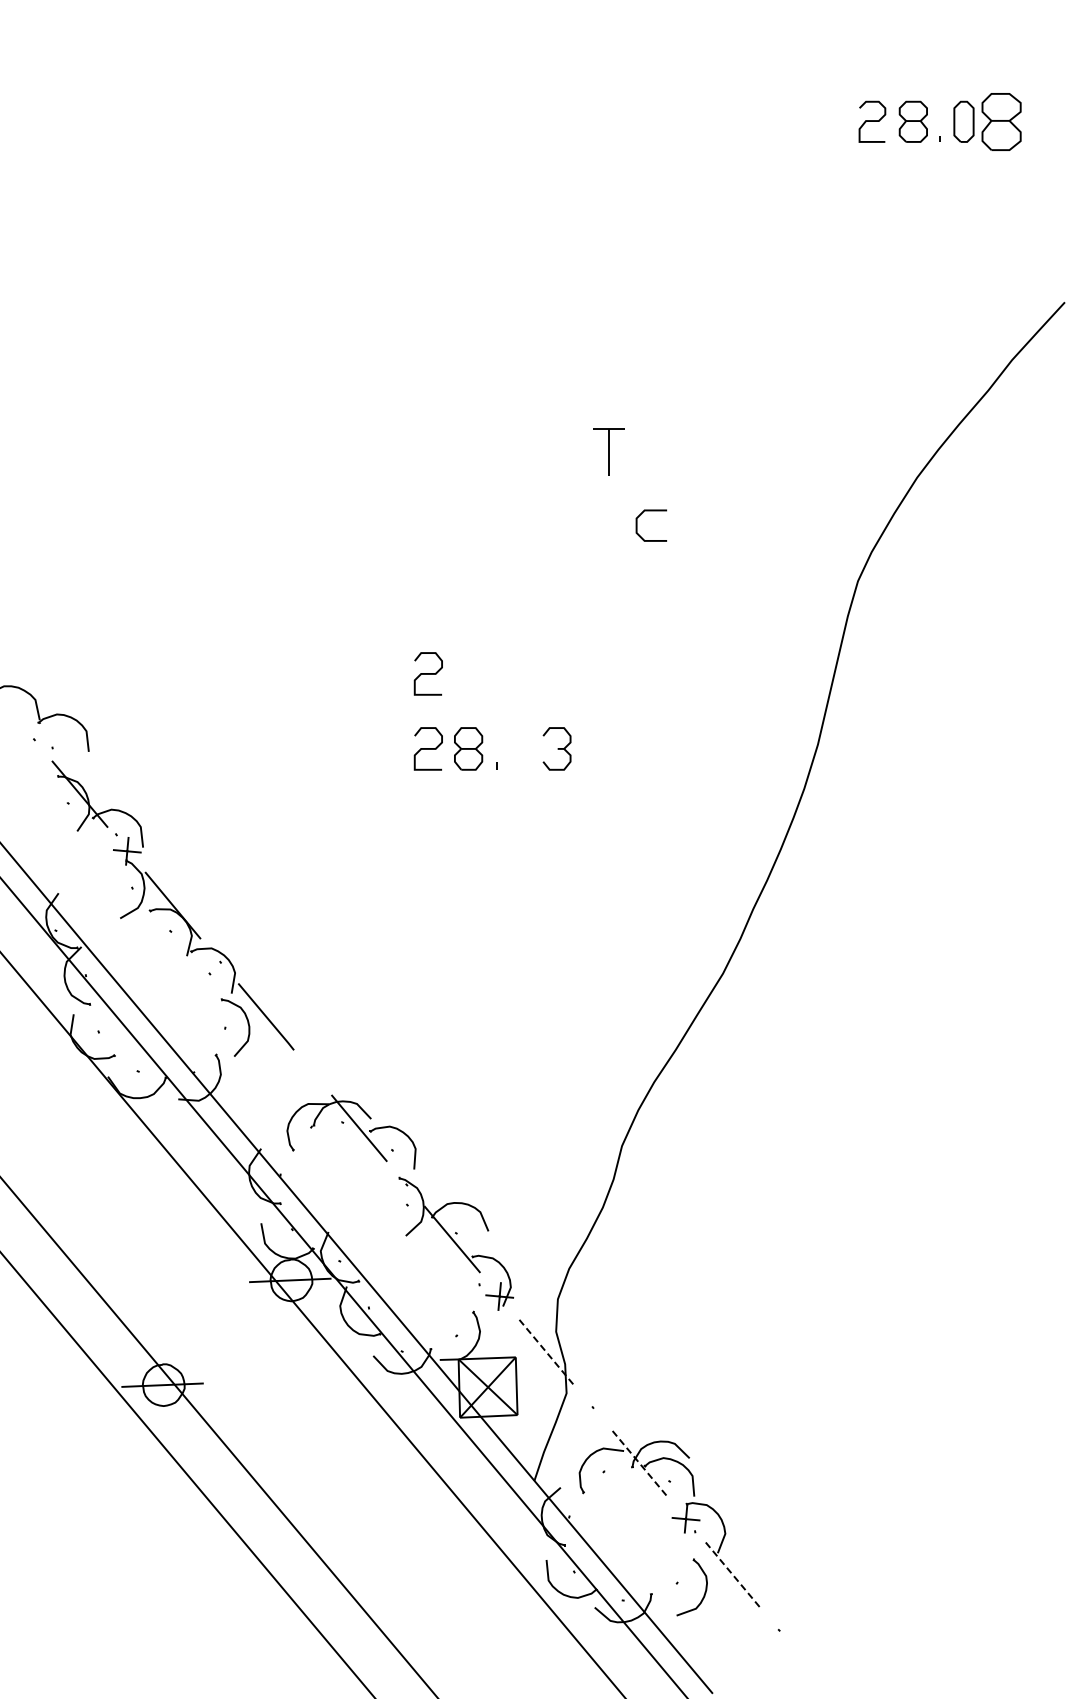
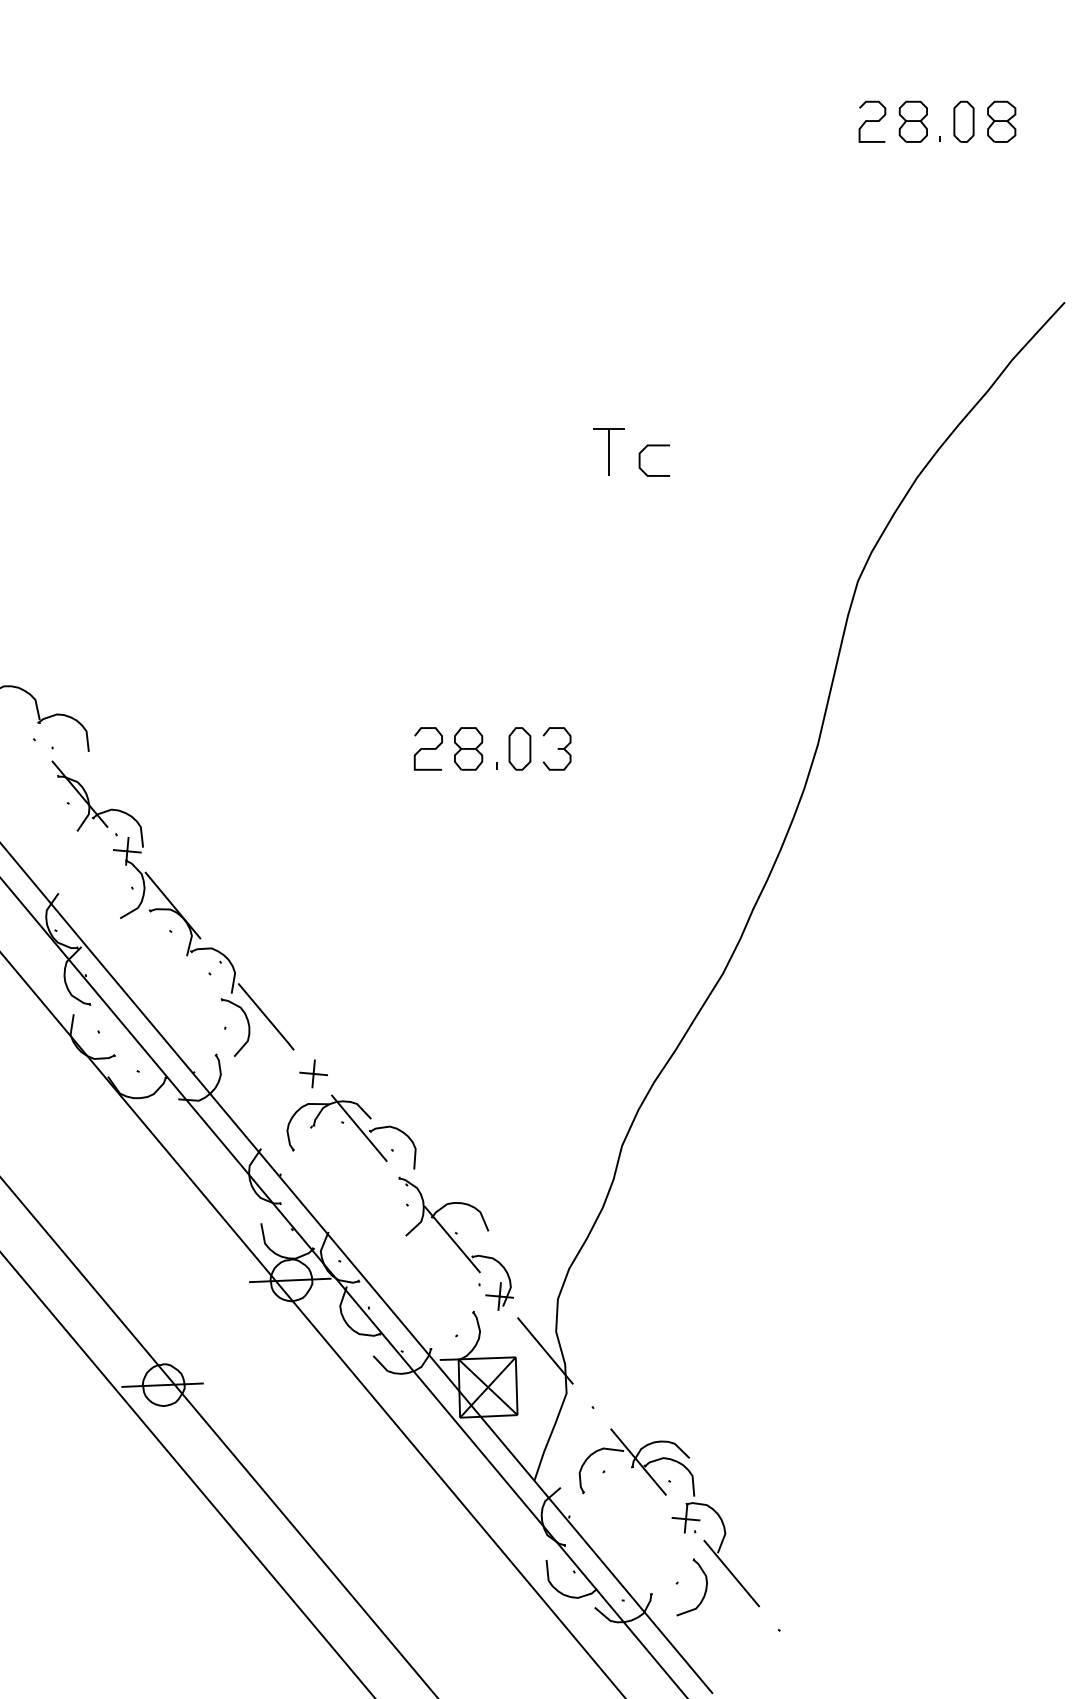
part at (1001, 121) size: 41x58 px -> 30x43 px
curve at (651, 511) position: (651, 511) -> (654, 446)
curve at (427, 673): present -> none
part at (519, 748): none -> present
part at (313, 1073): none -> present
line at (545, 1350): dashed -> solid
line at (637, 1461): dashed -> solid
line at (731, 1573): dashed -> solid
